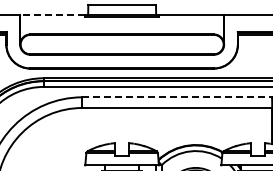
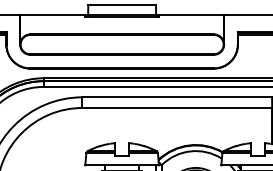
line at (52, 15): dashed -> solid
line at (177, 97): dashed -> solid
